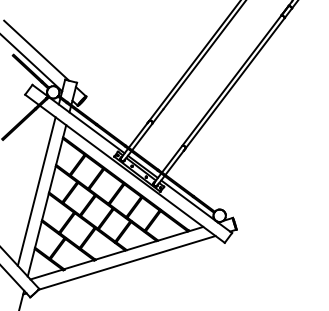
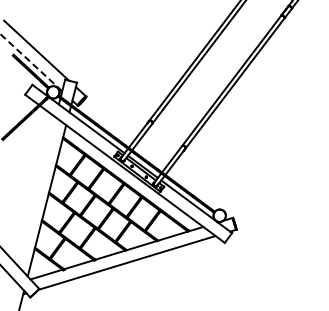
line at (30, 62): solid -> dashed
line at (36, 191): present -> none
